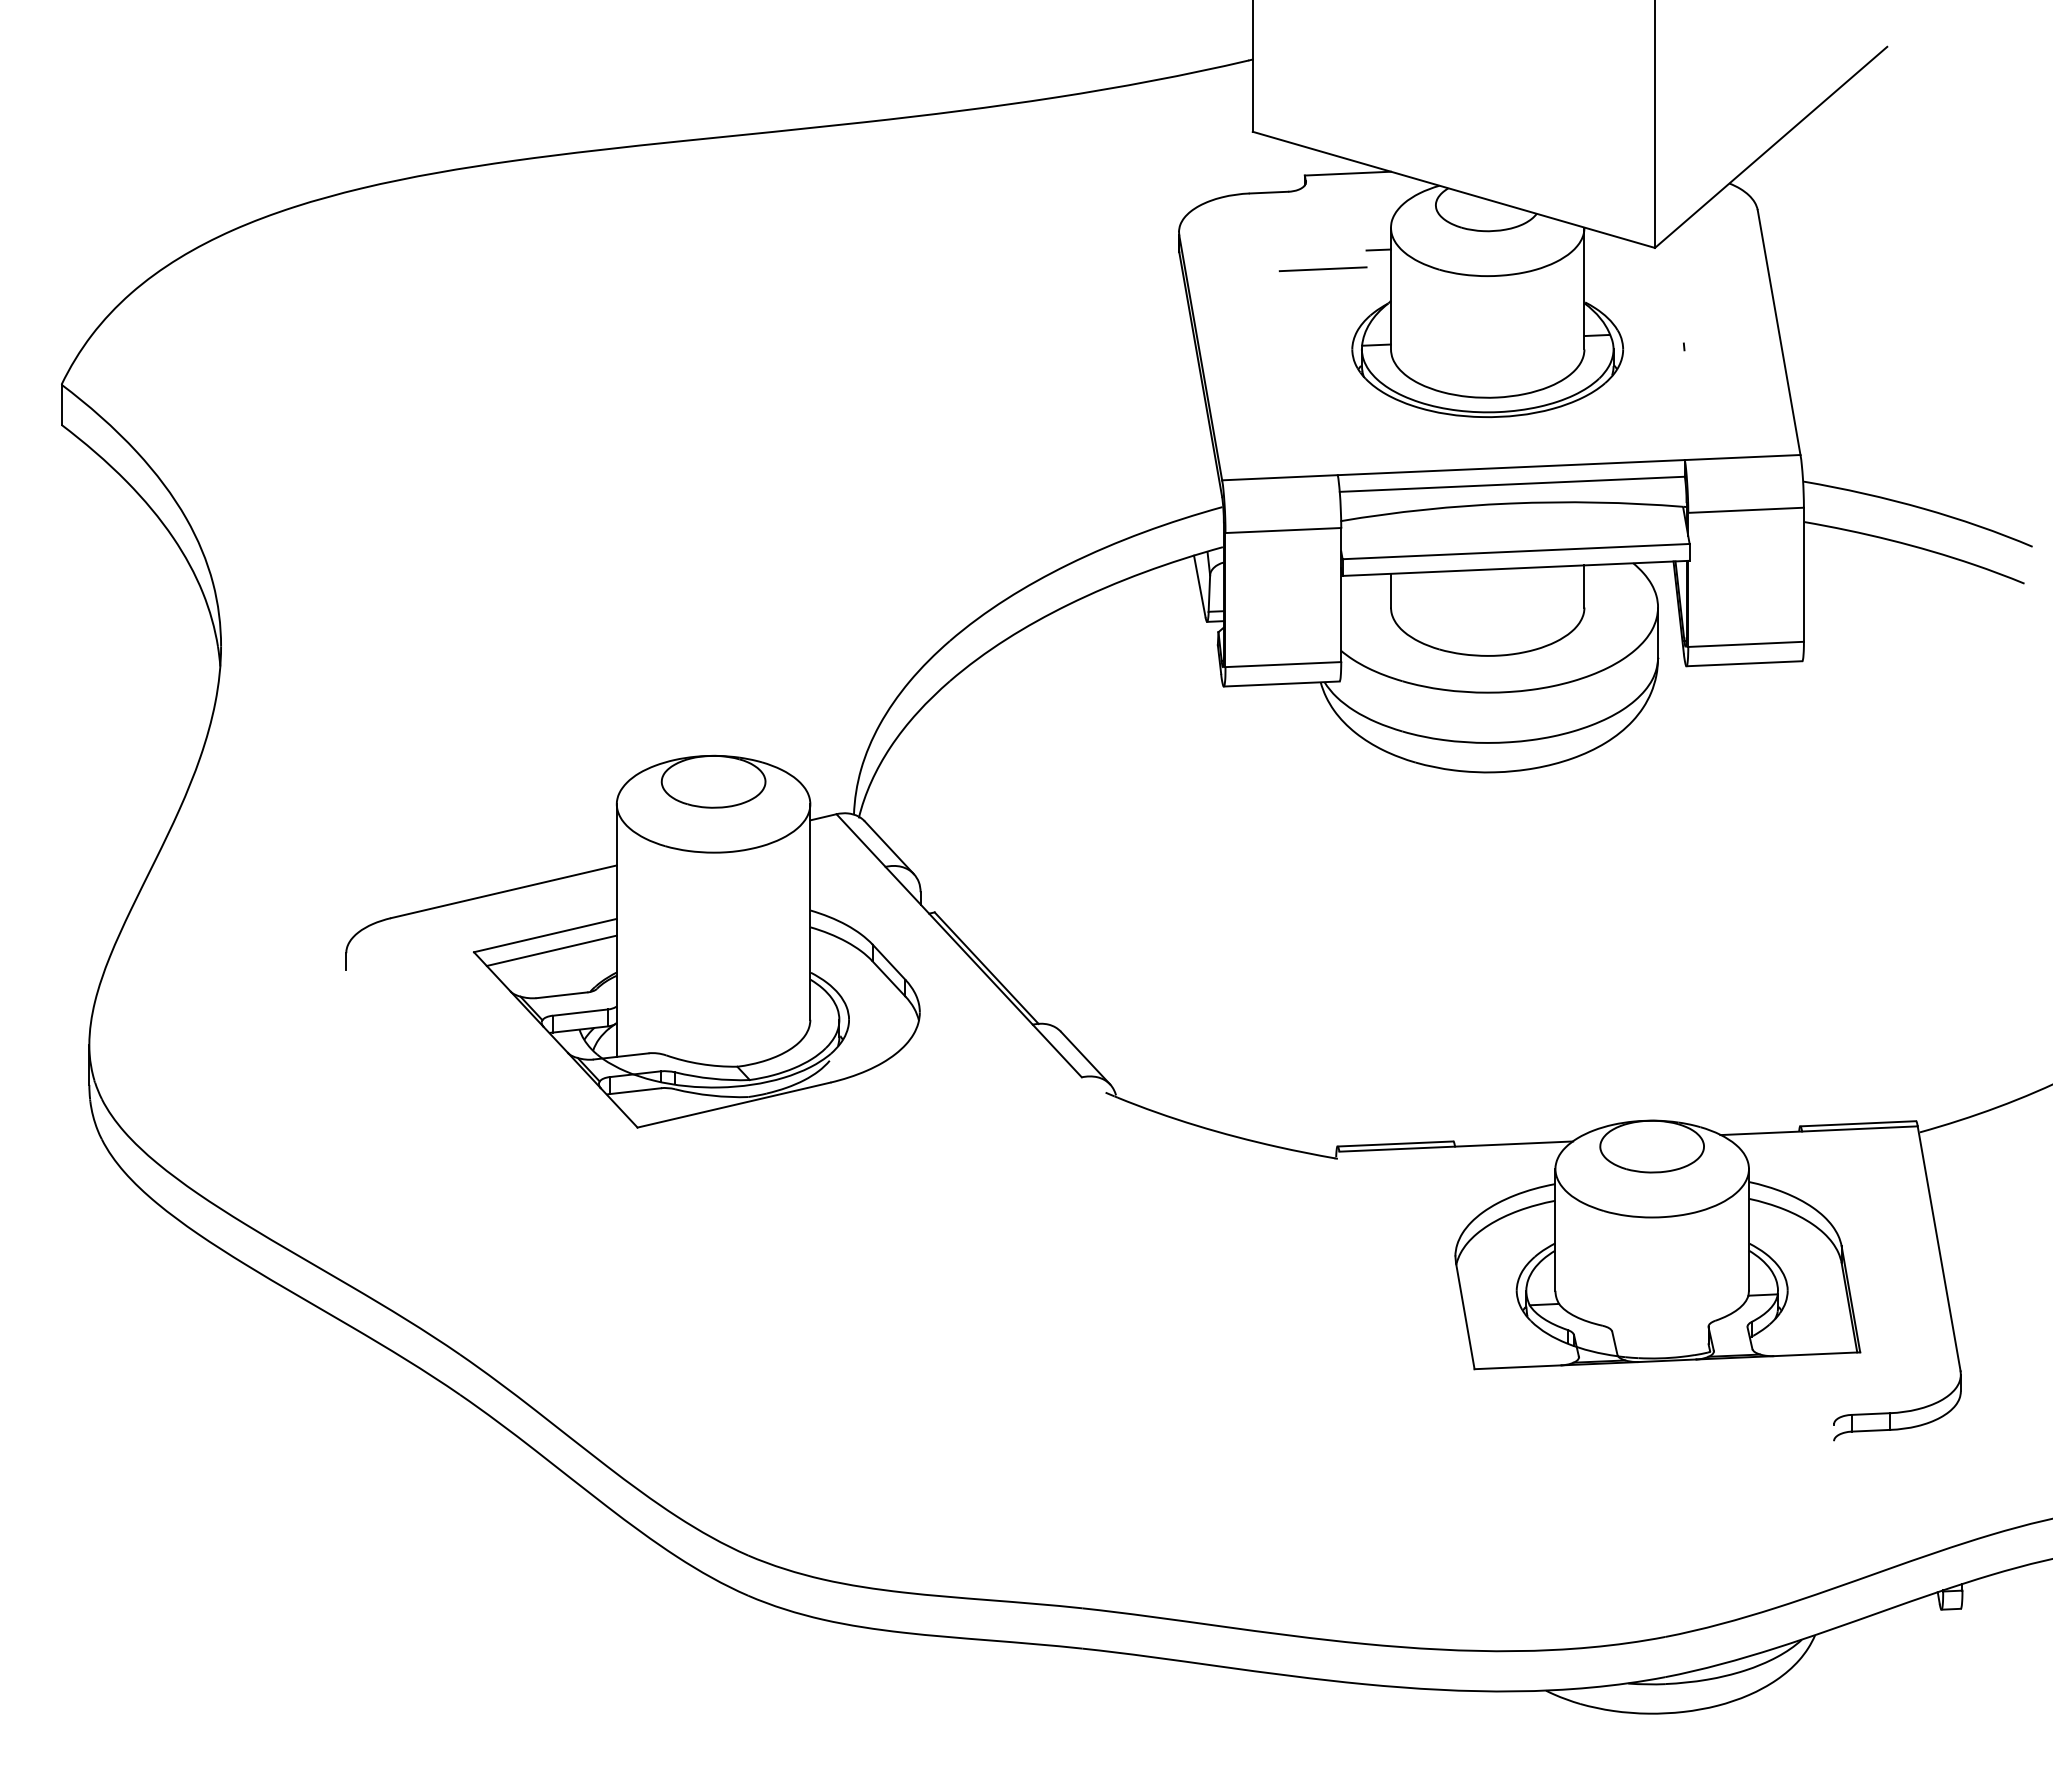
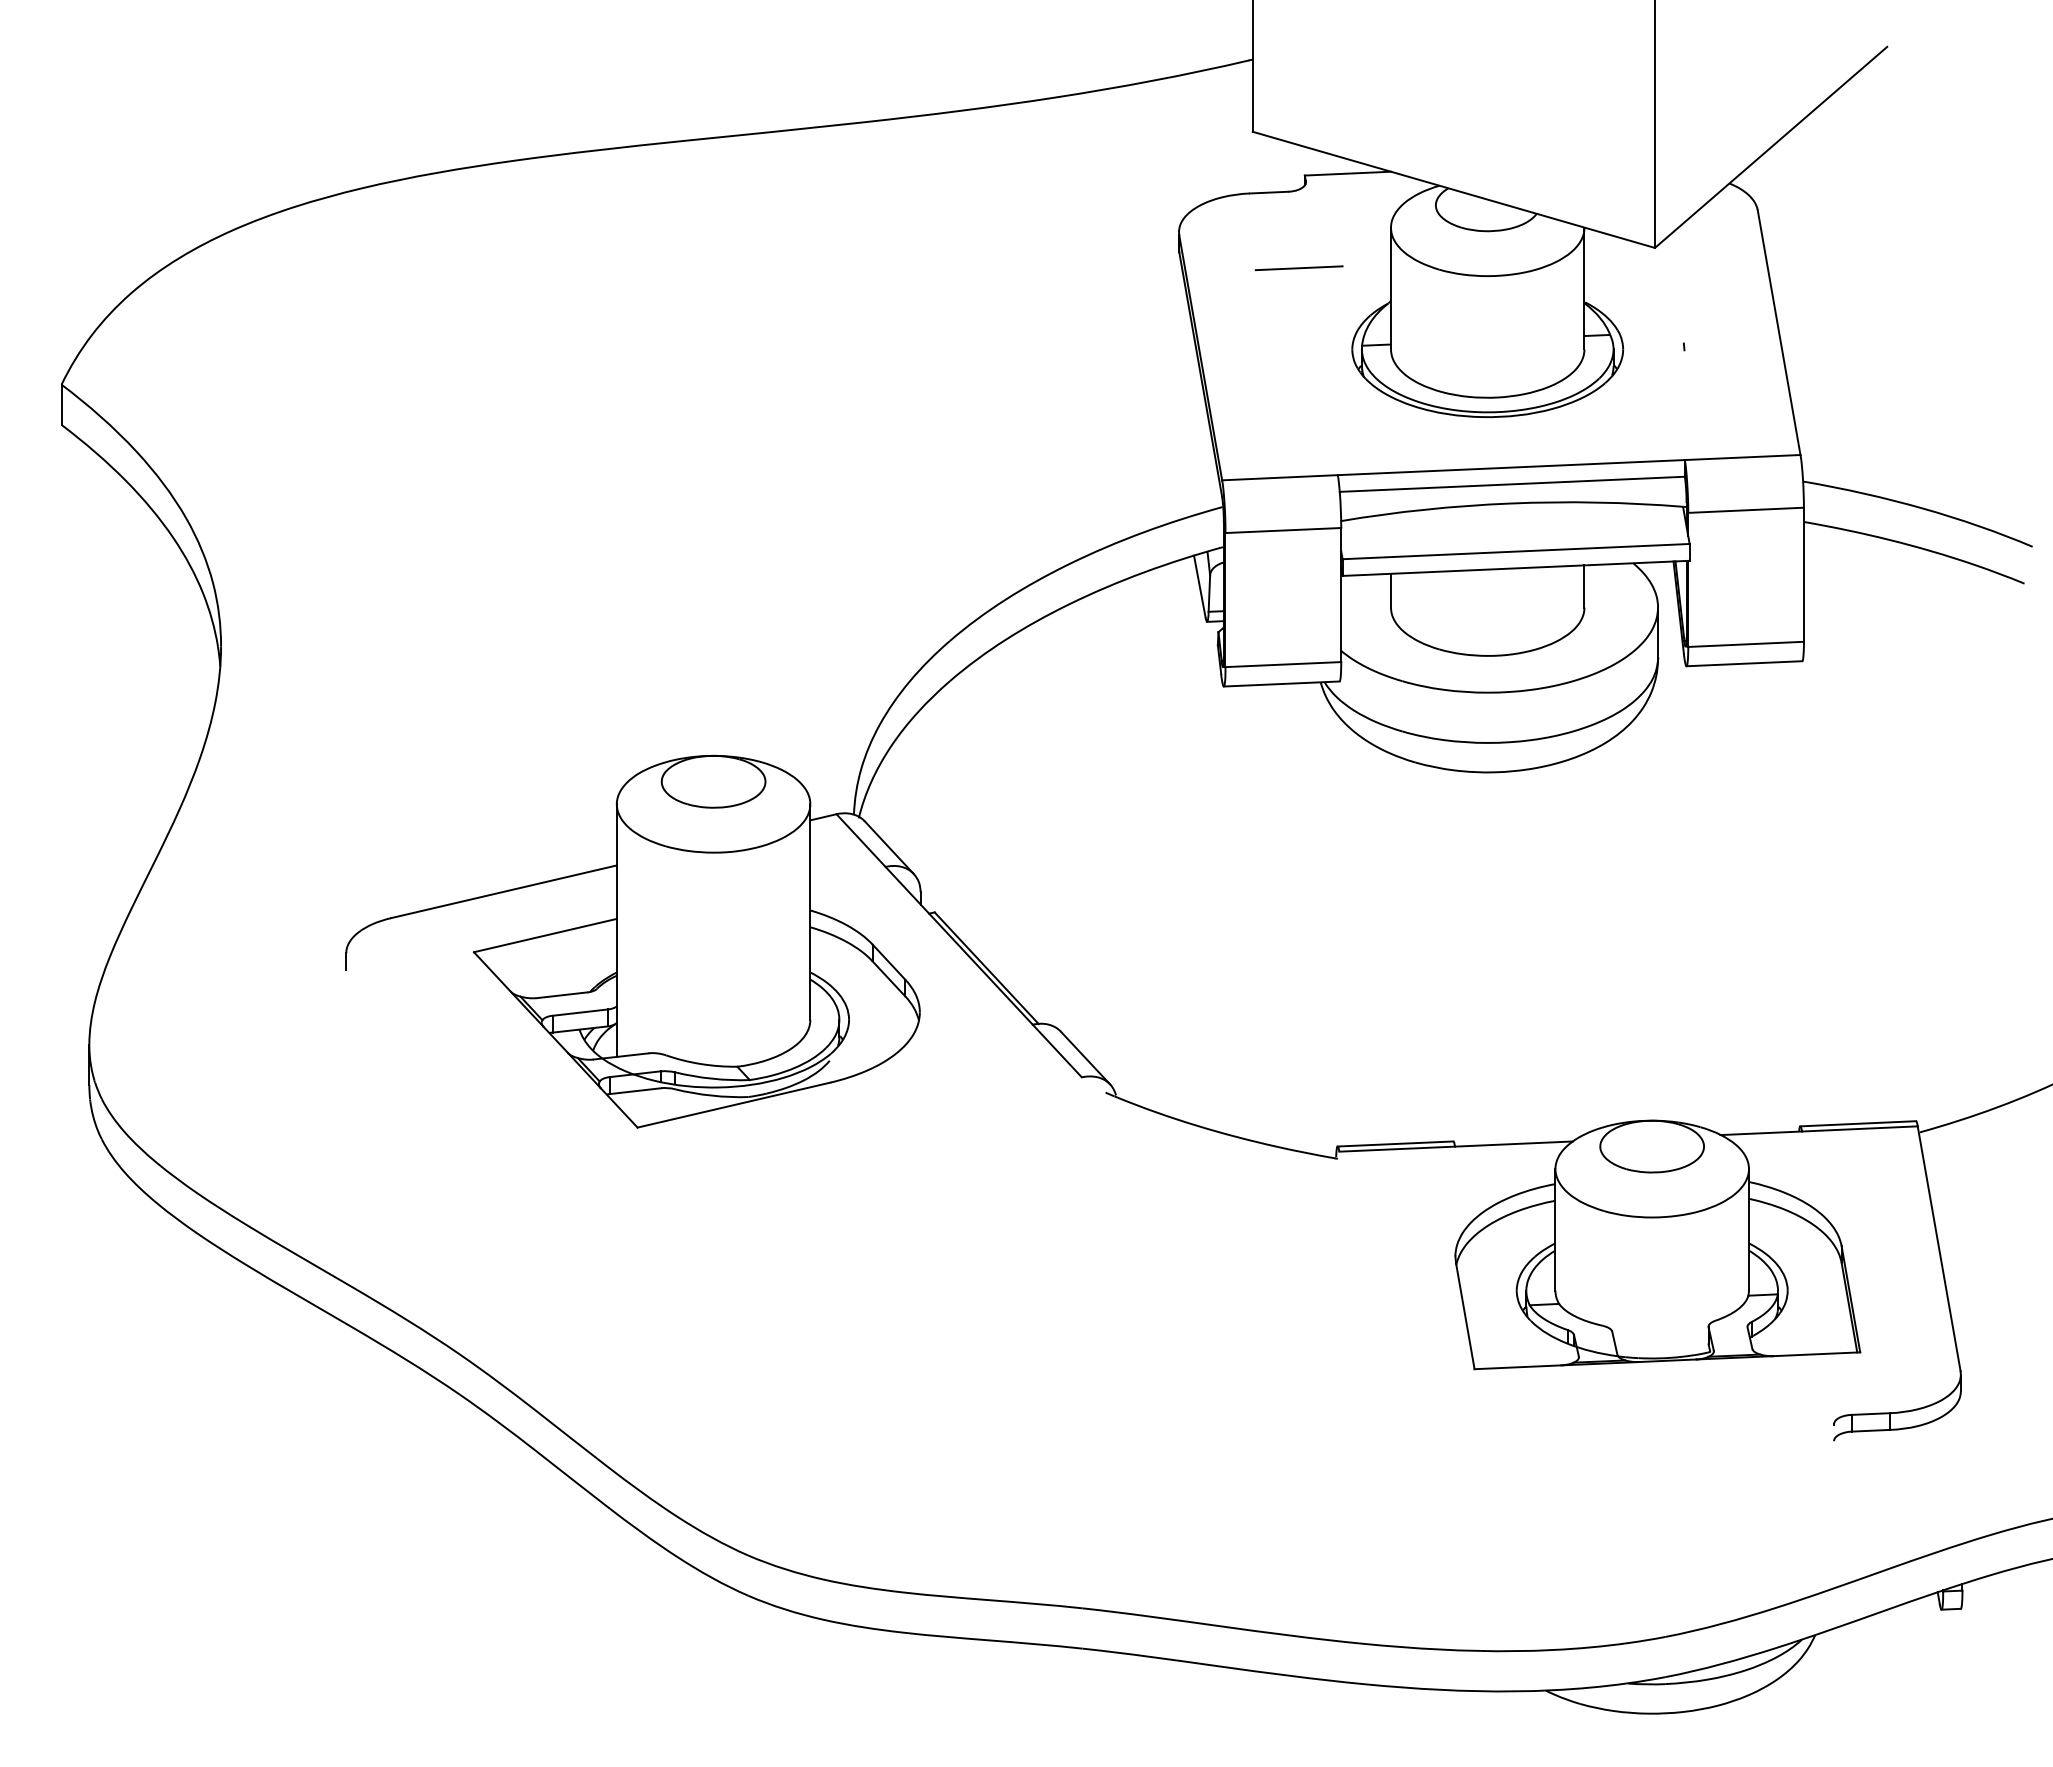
line at (1378, 249): present -> none
line at (1322, 269) position: (1322, 269) -> (1298, 268)
line at (551, 950): present -> none
